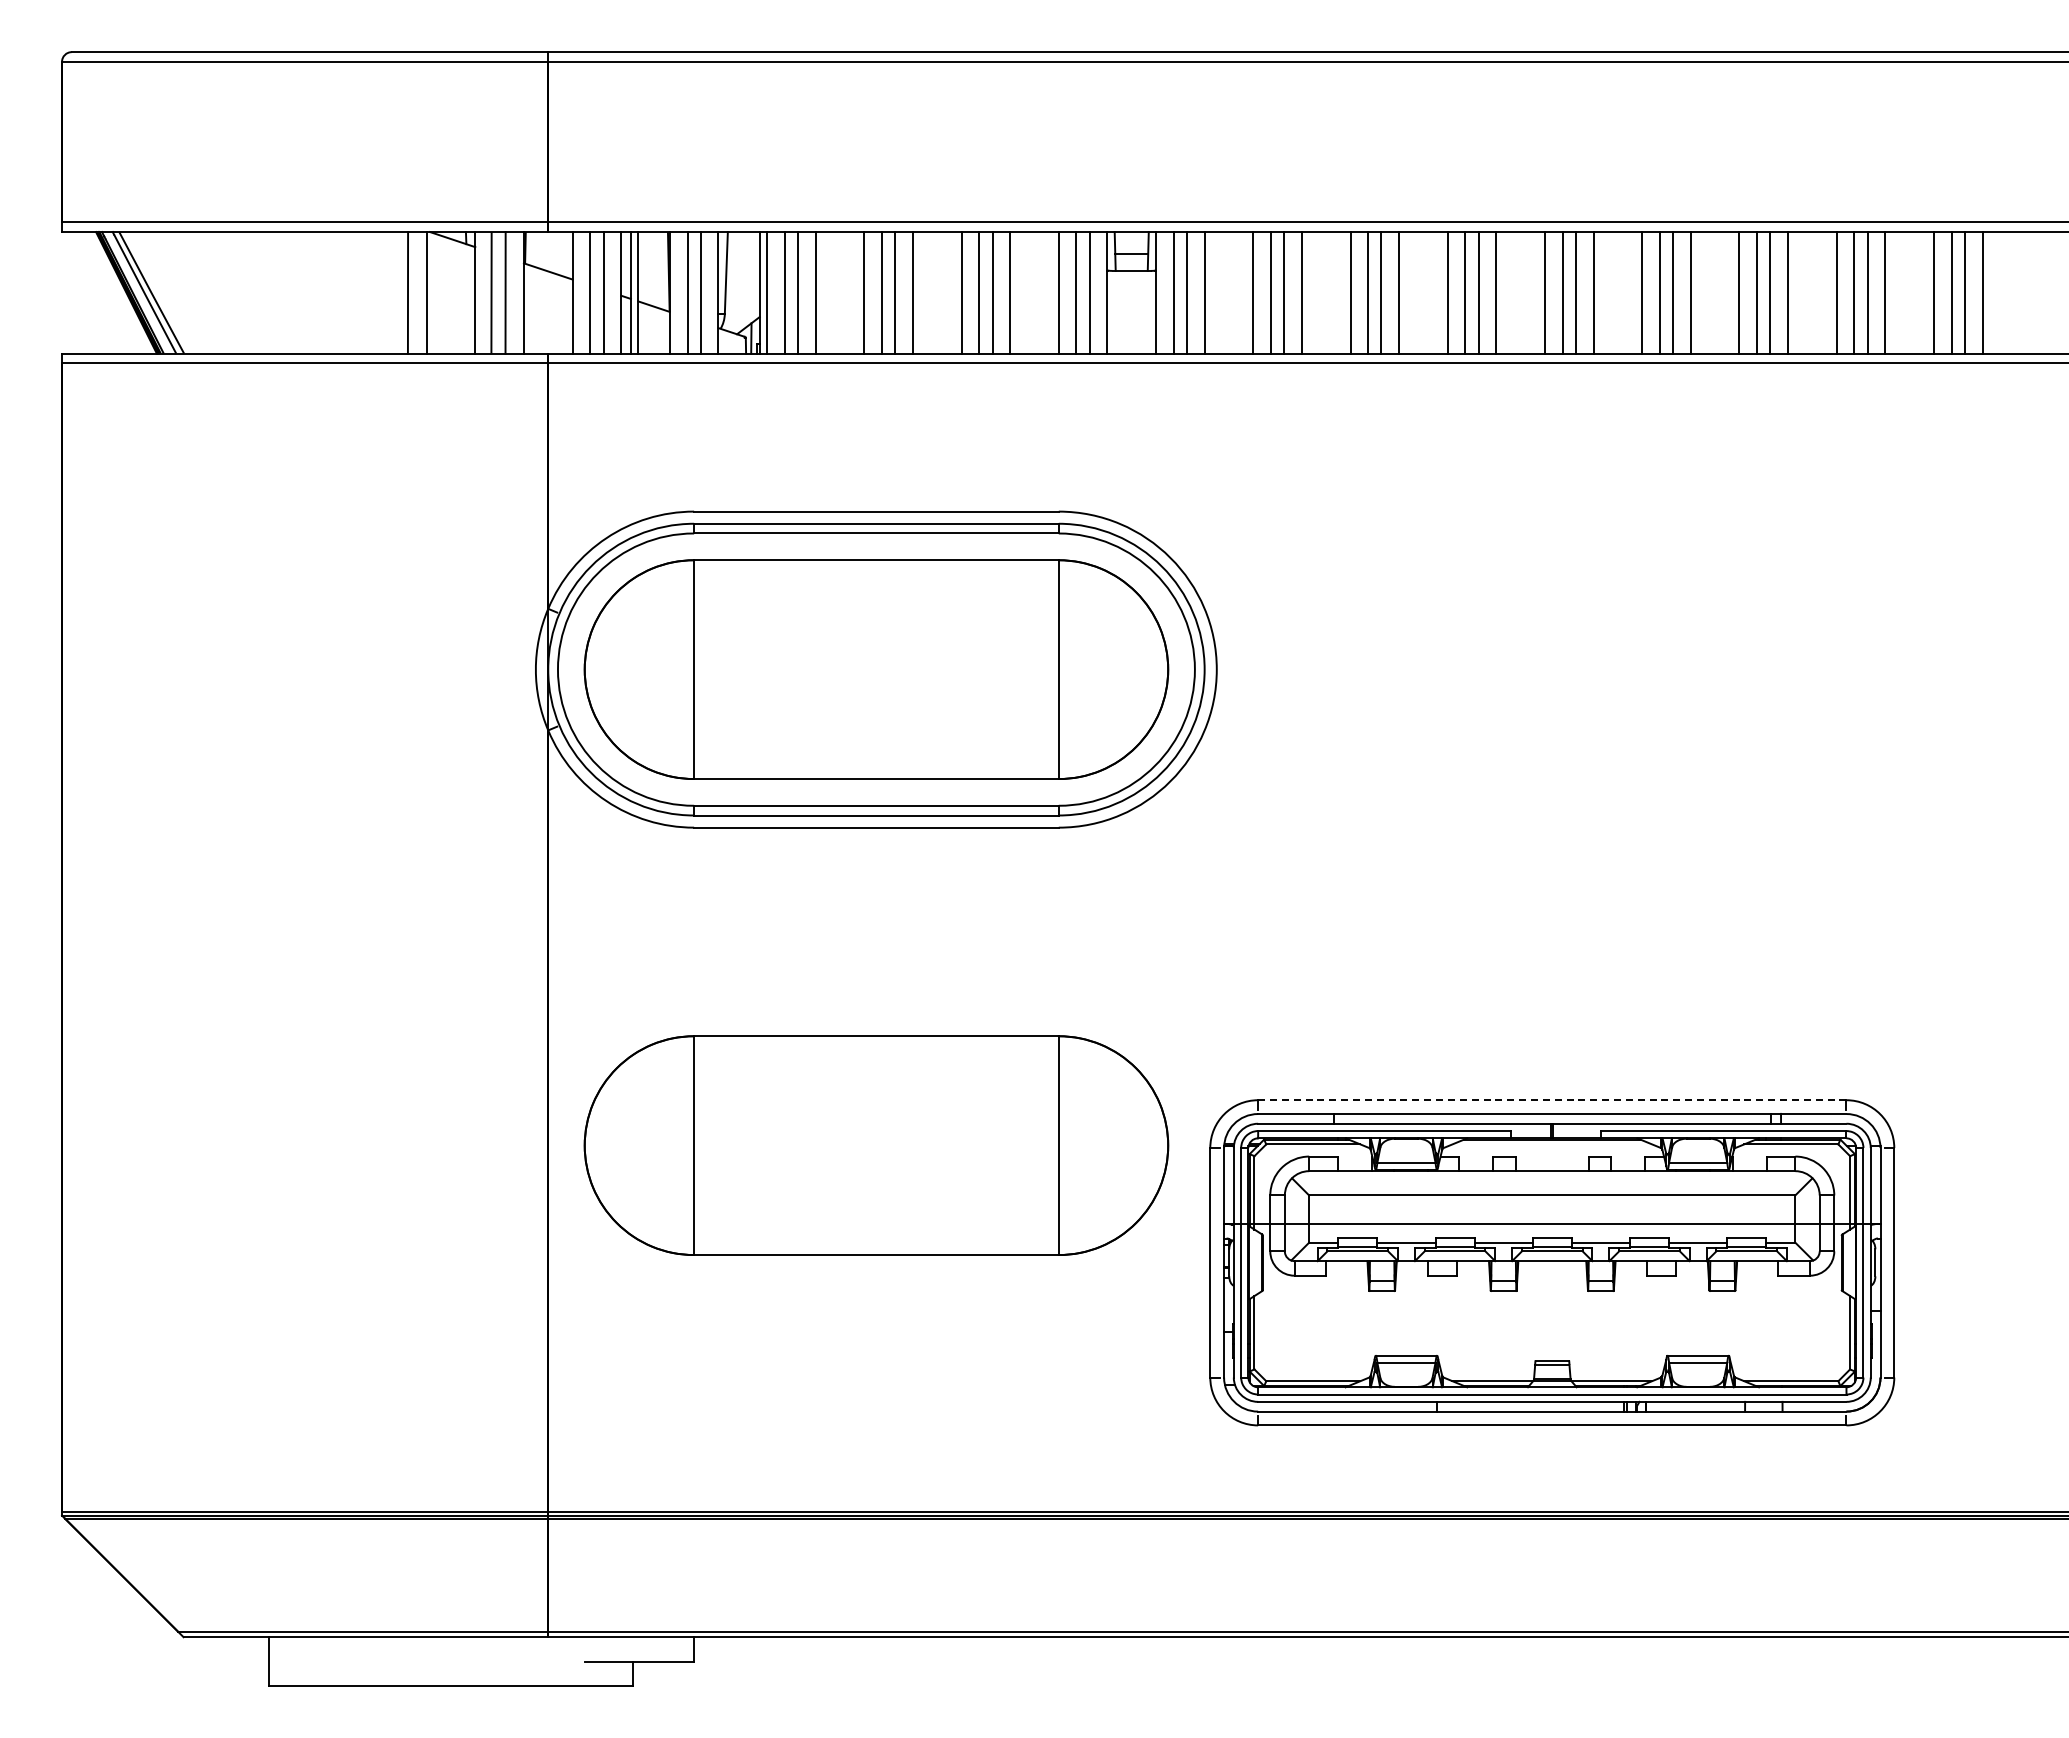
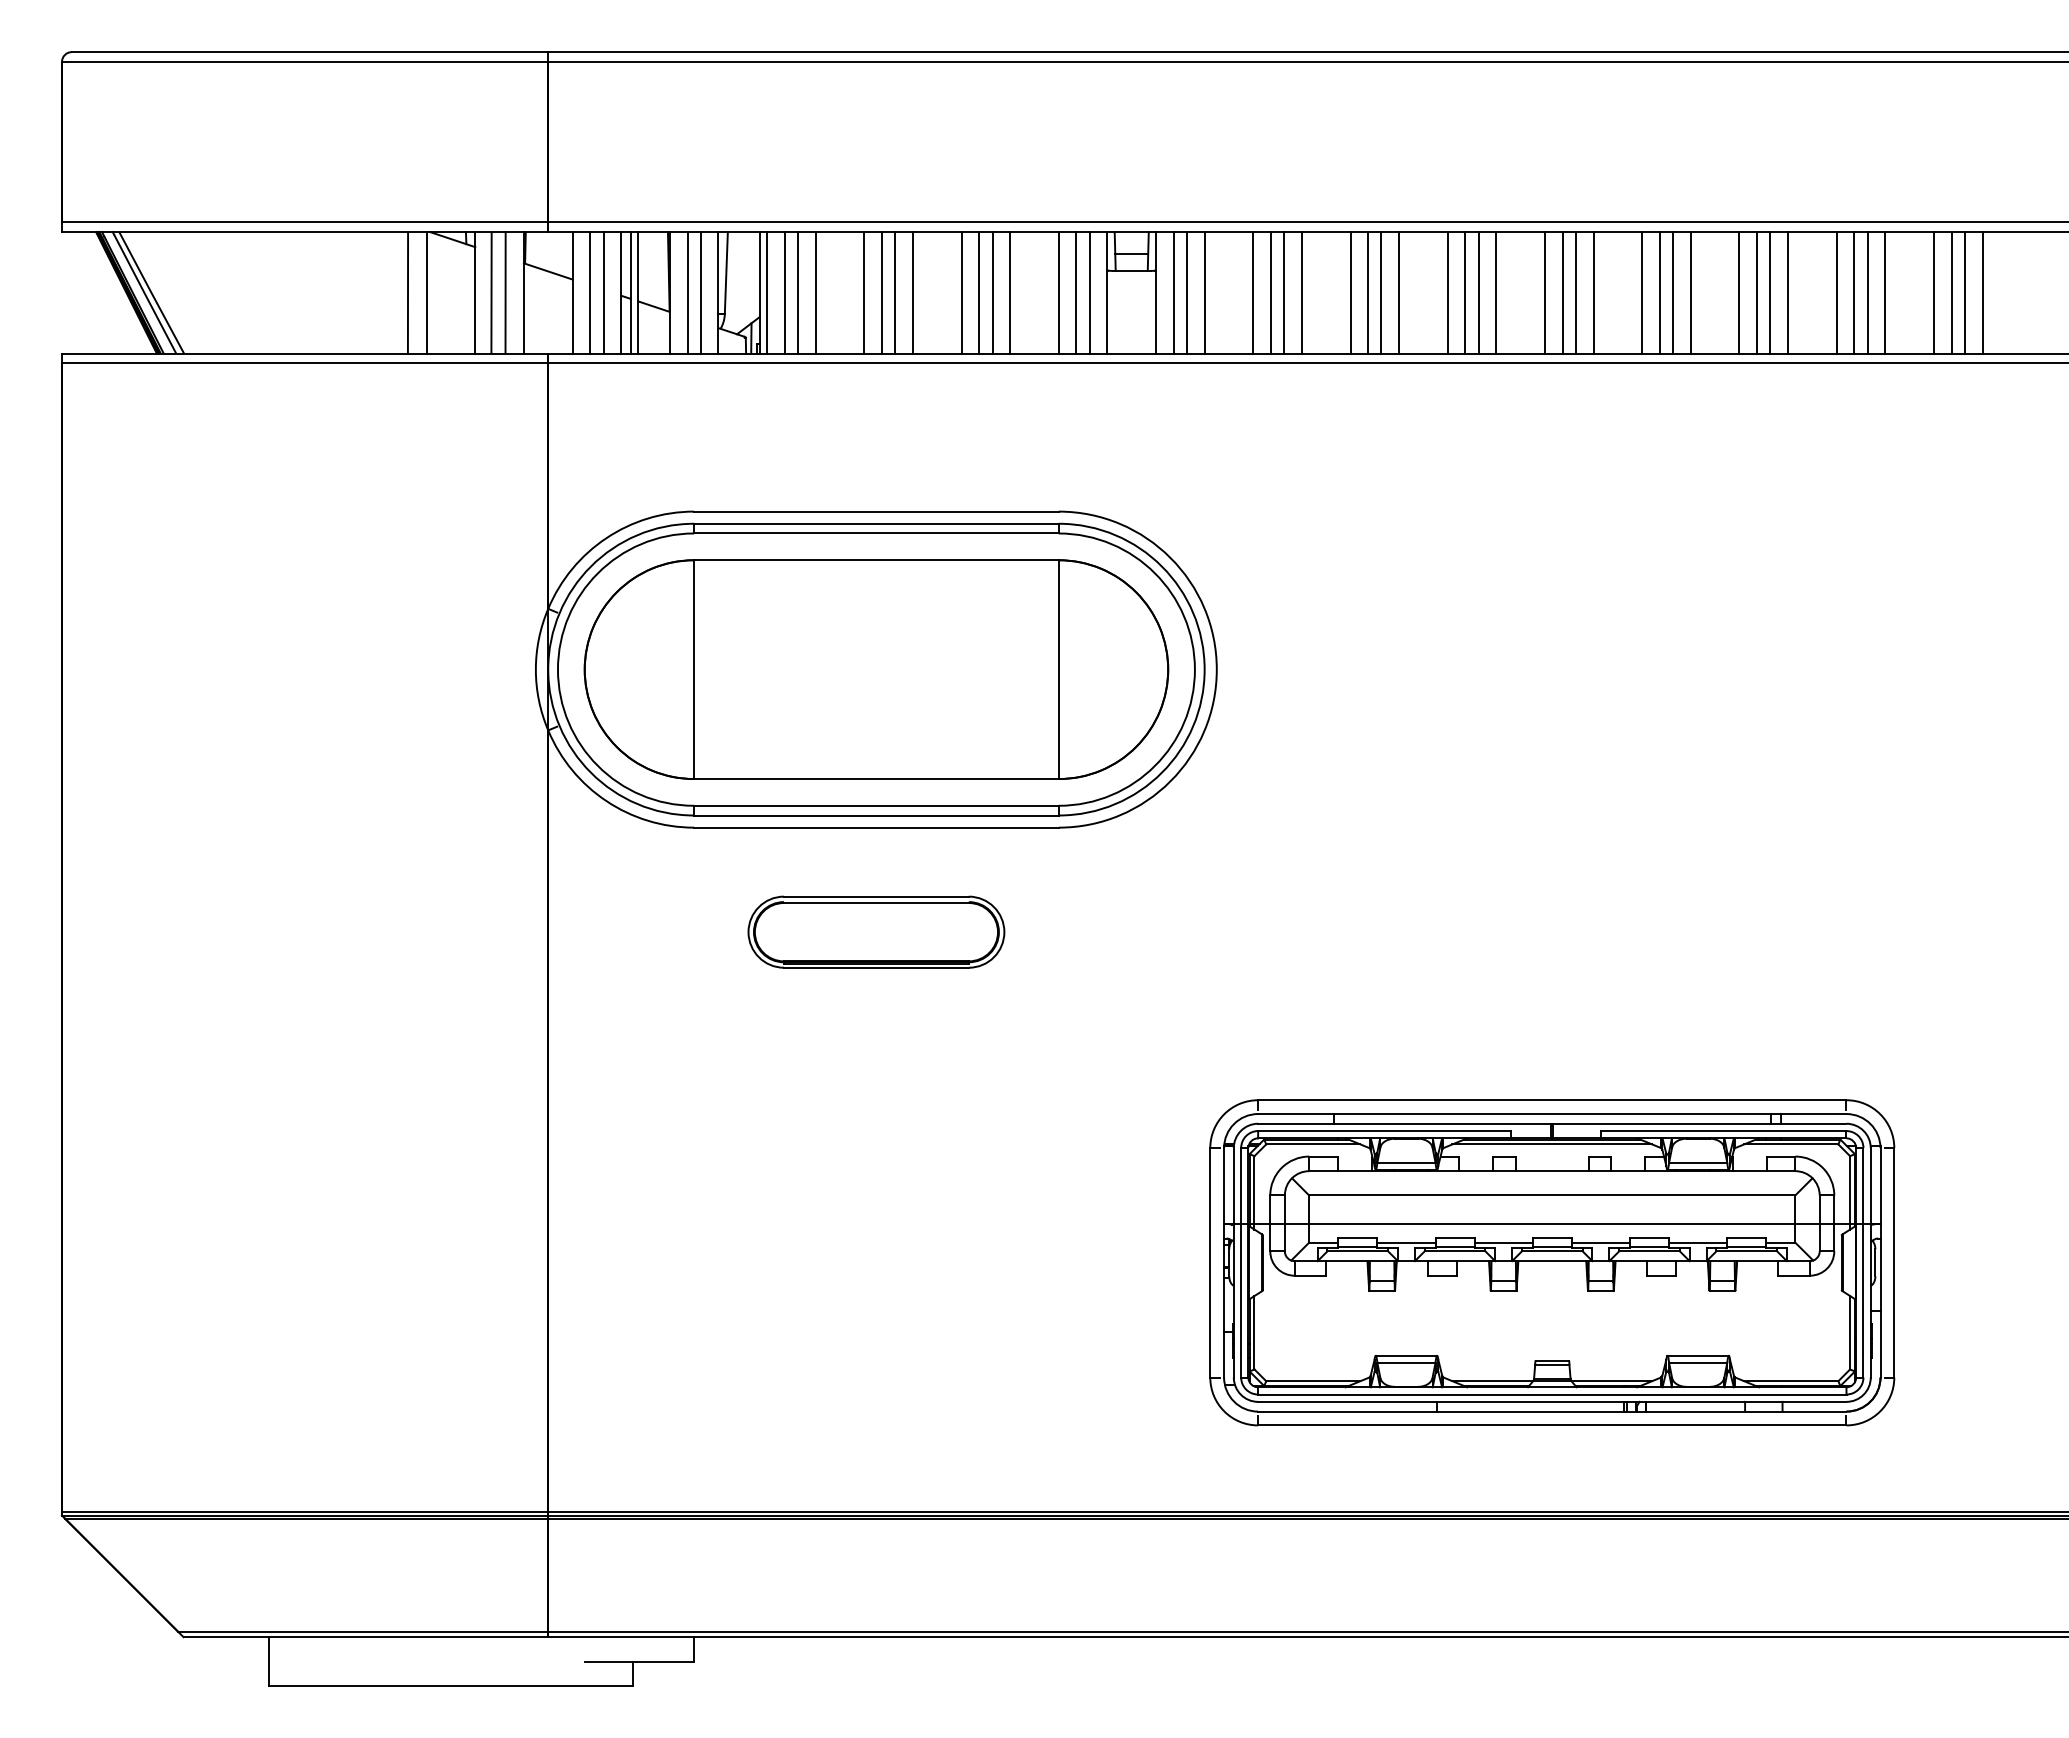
part at (876, 931): none -> present
line at (1552, 1100): dashed -> solid
line at (1552, 1144): none -> present
part at (876, 1145): present -> none
